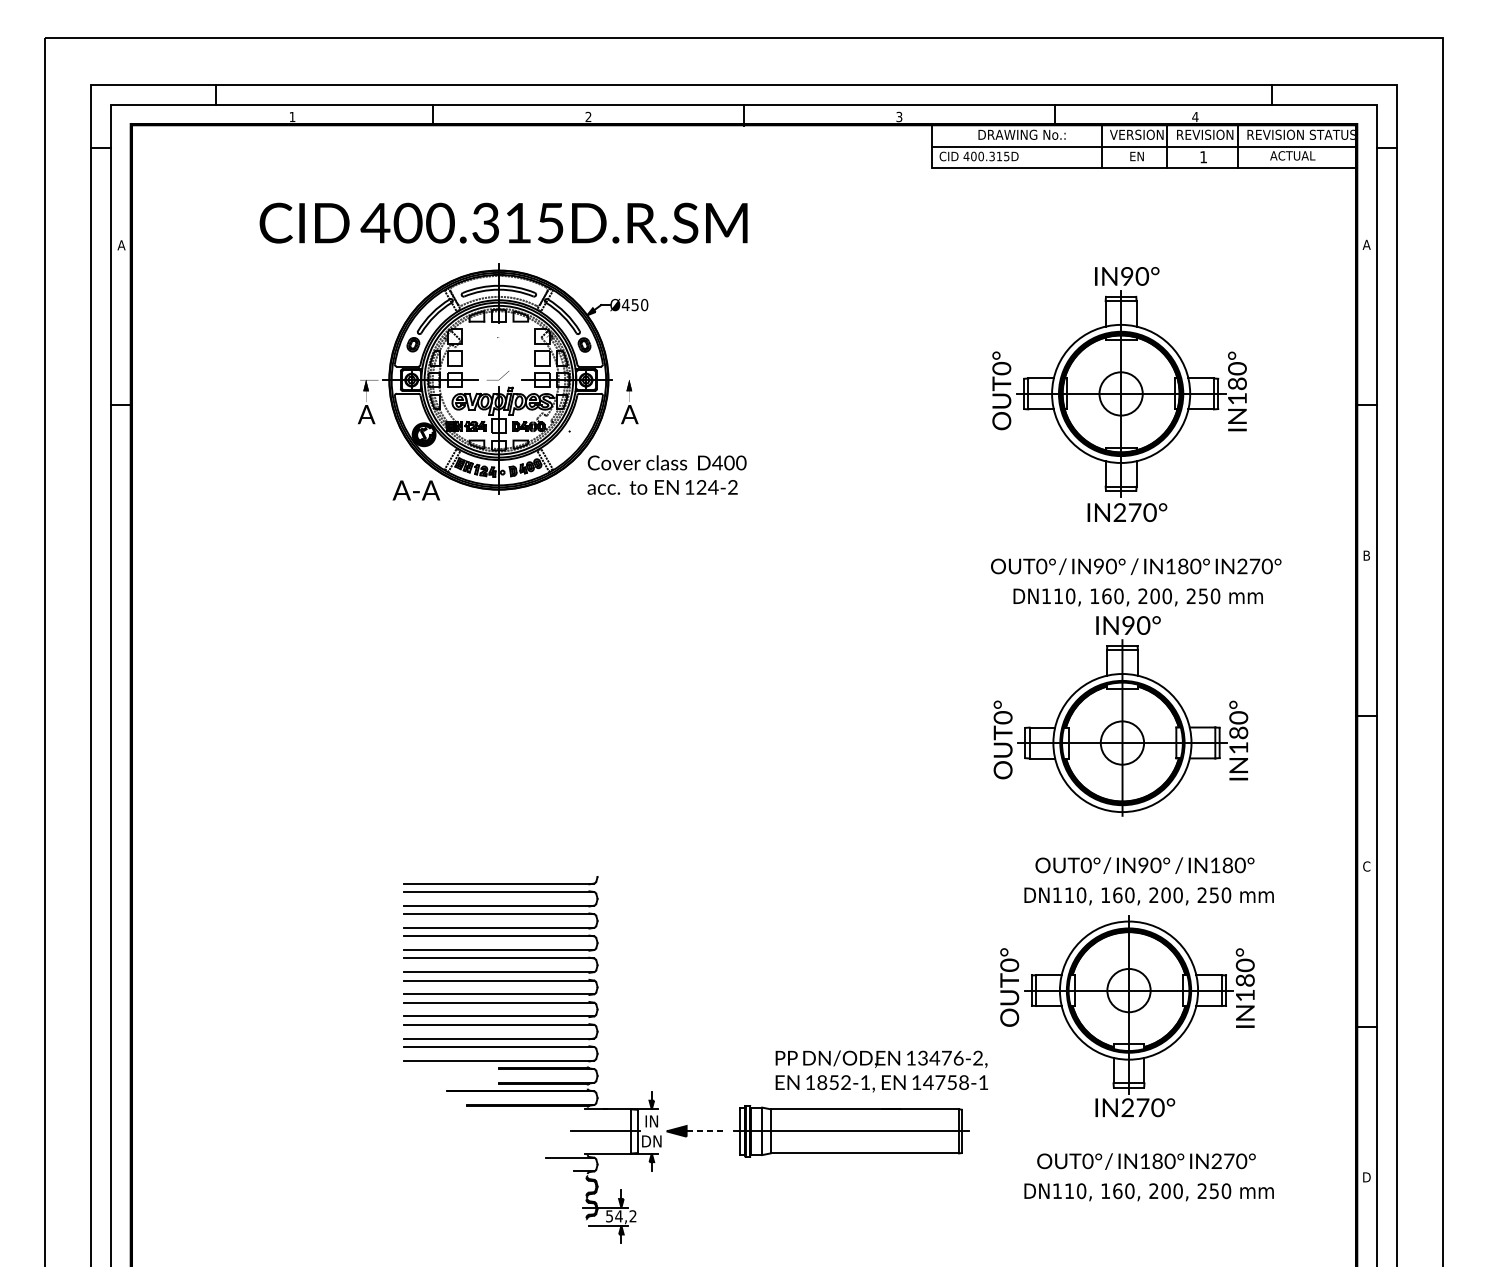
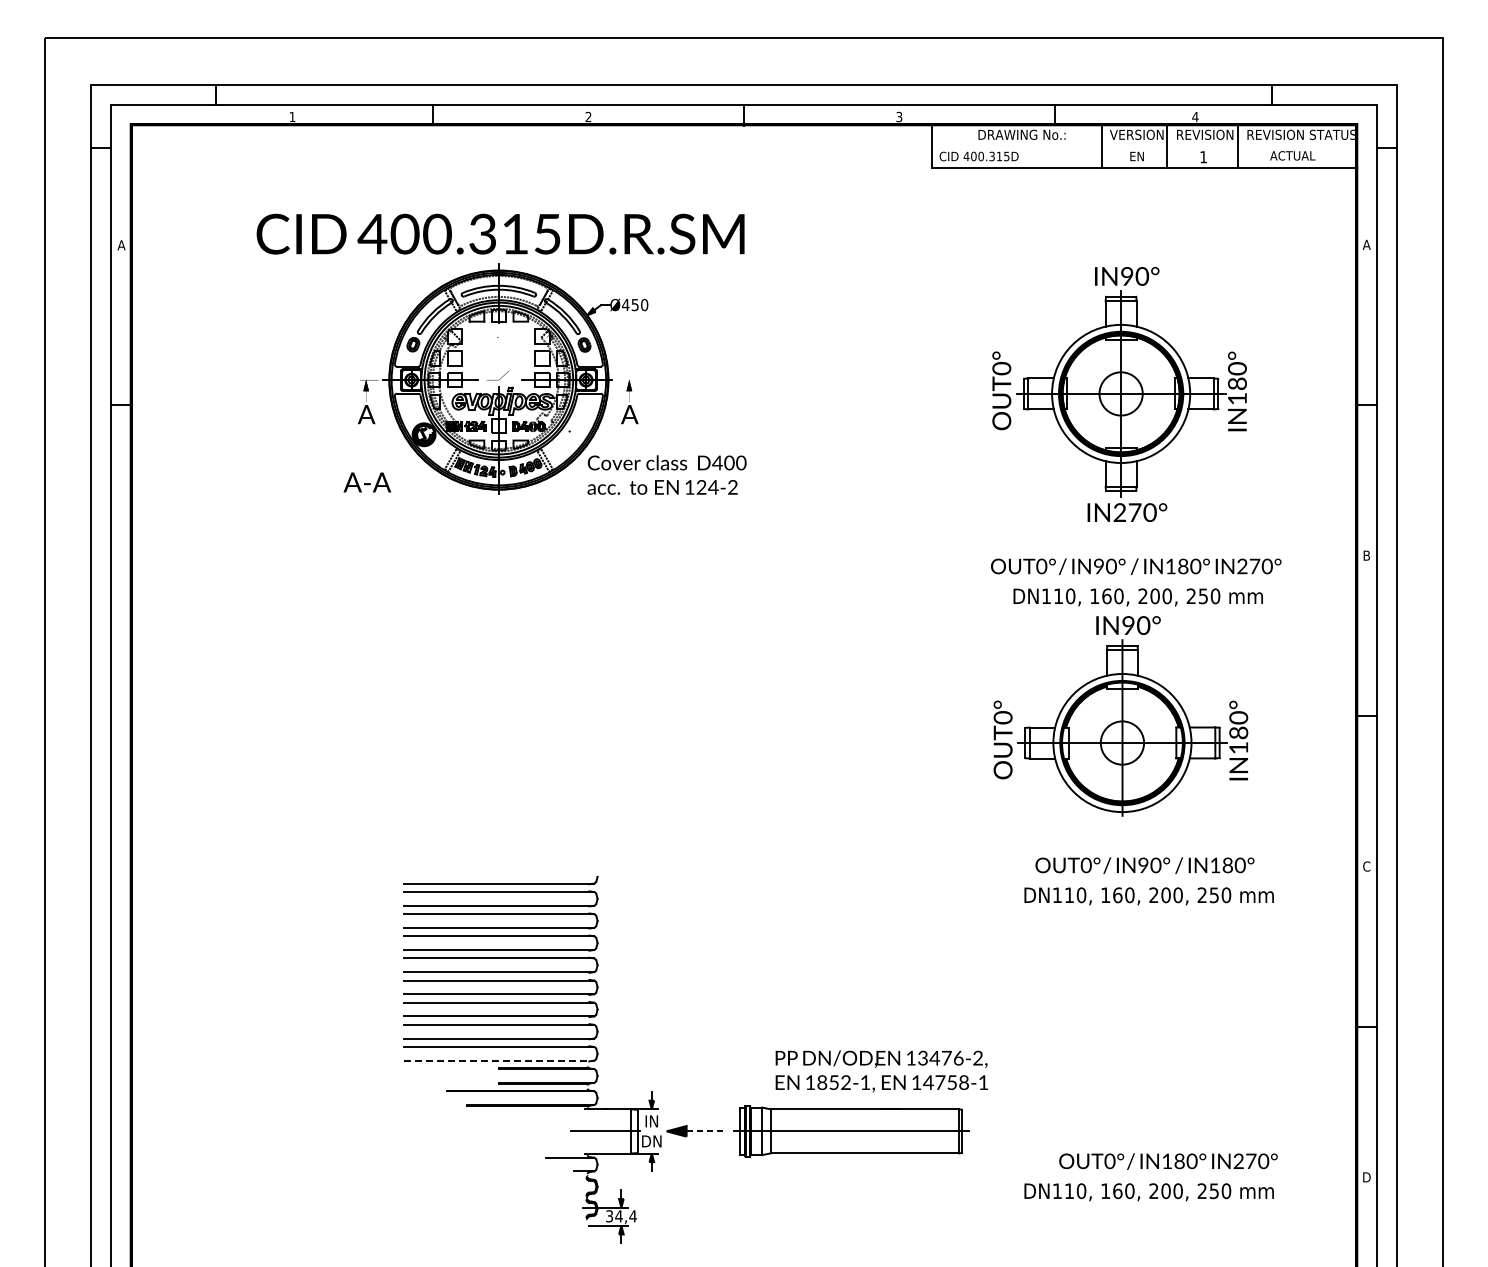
line at (1143, 146): present -> none
text at (503, 222) position: (503, 222) -> (500, 233)
text at (416, 490) position: (416, 490) -> (367, 482)
part at (1127, 1016): present -> none
line at (499, 1060): solid -> dashed
text at (1146, 1161) position: (1146, 1161) -> (1168, 1161)
text at (621, 1216): 54,2 -> 34,4
